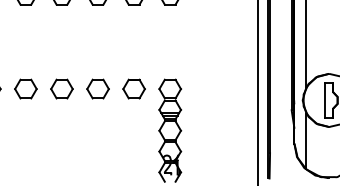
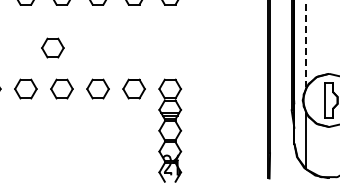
line at (306, 44): solid -> dashed
part at (52, 47): none -> present
line at (257, 92): present -> none
